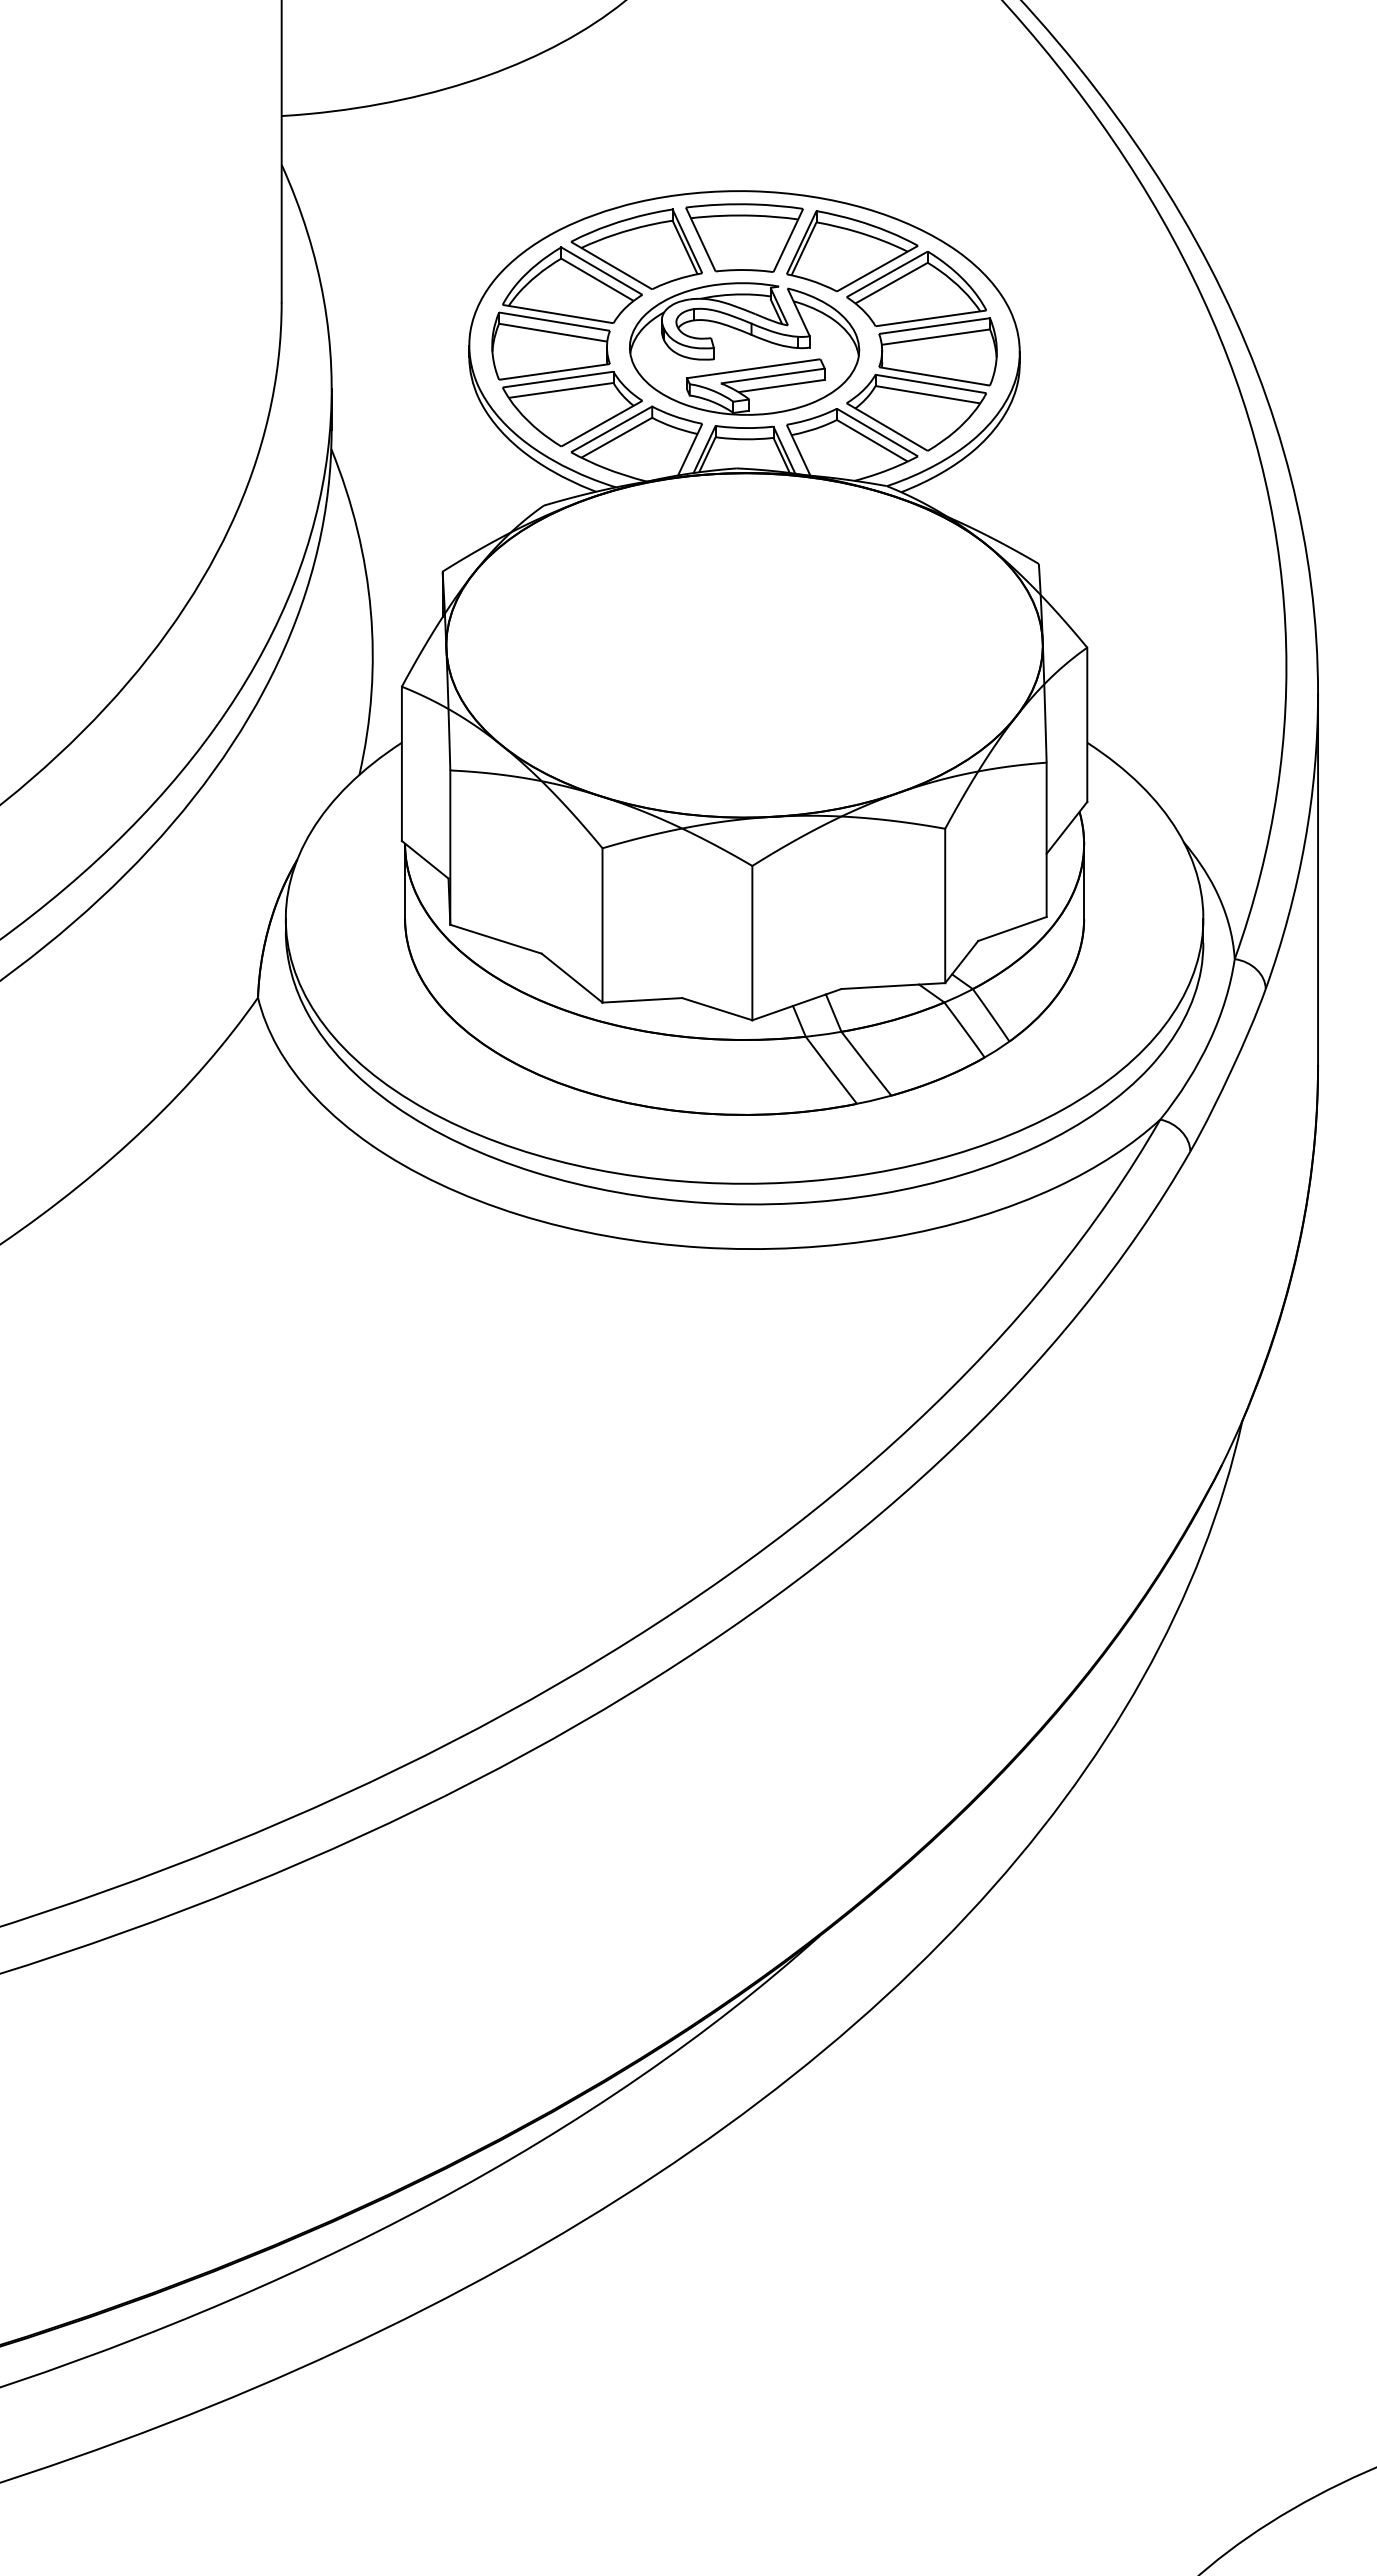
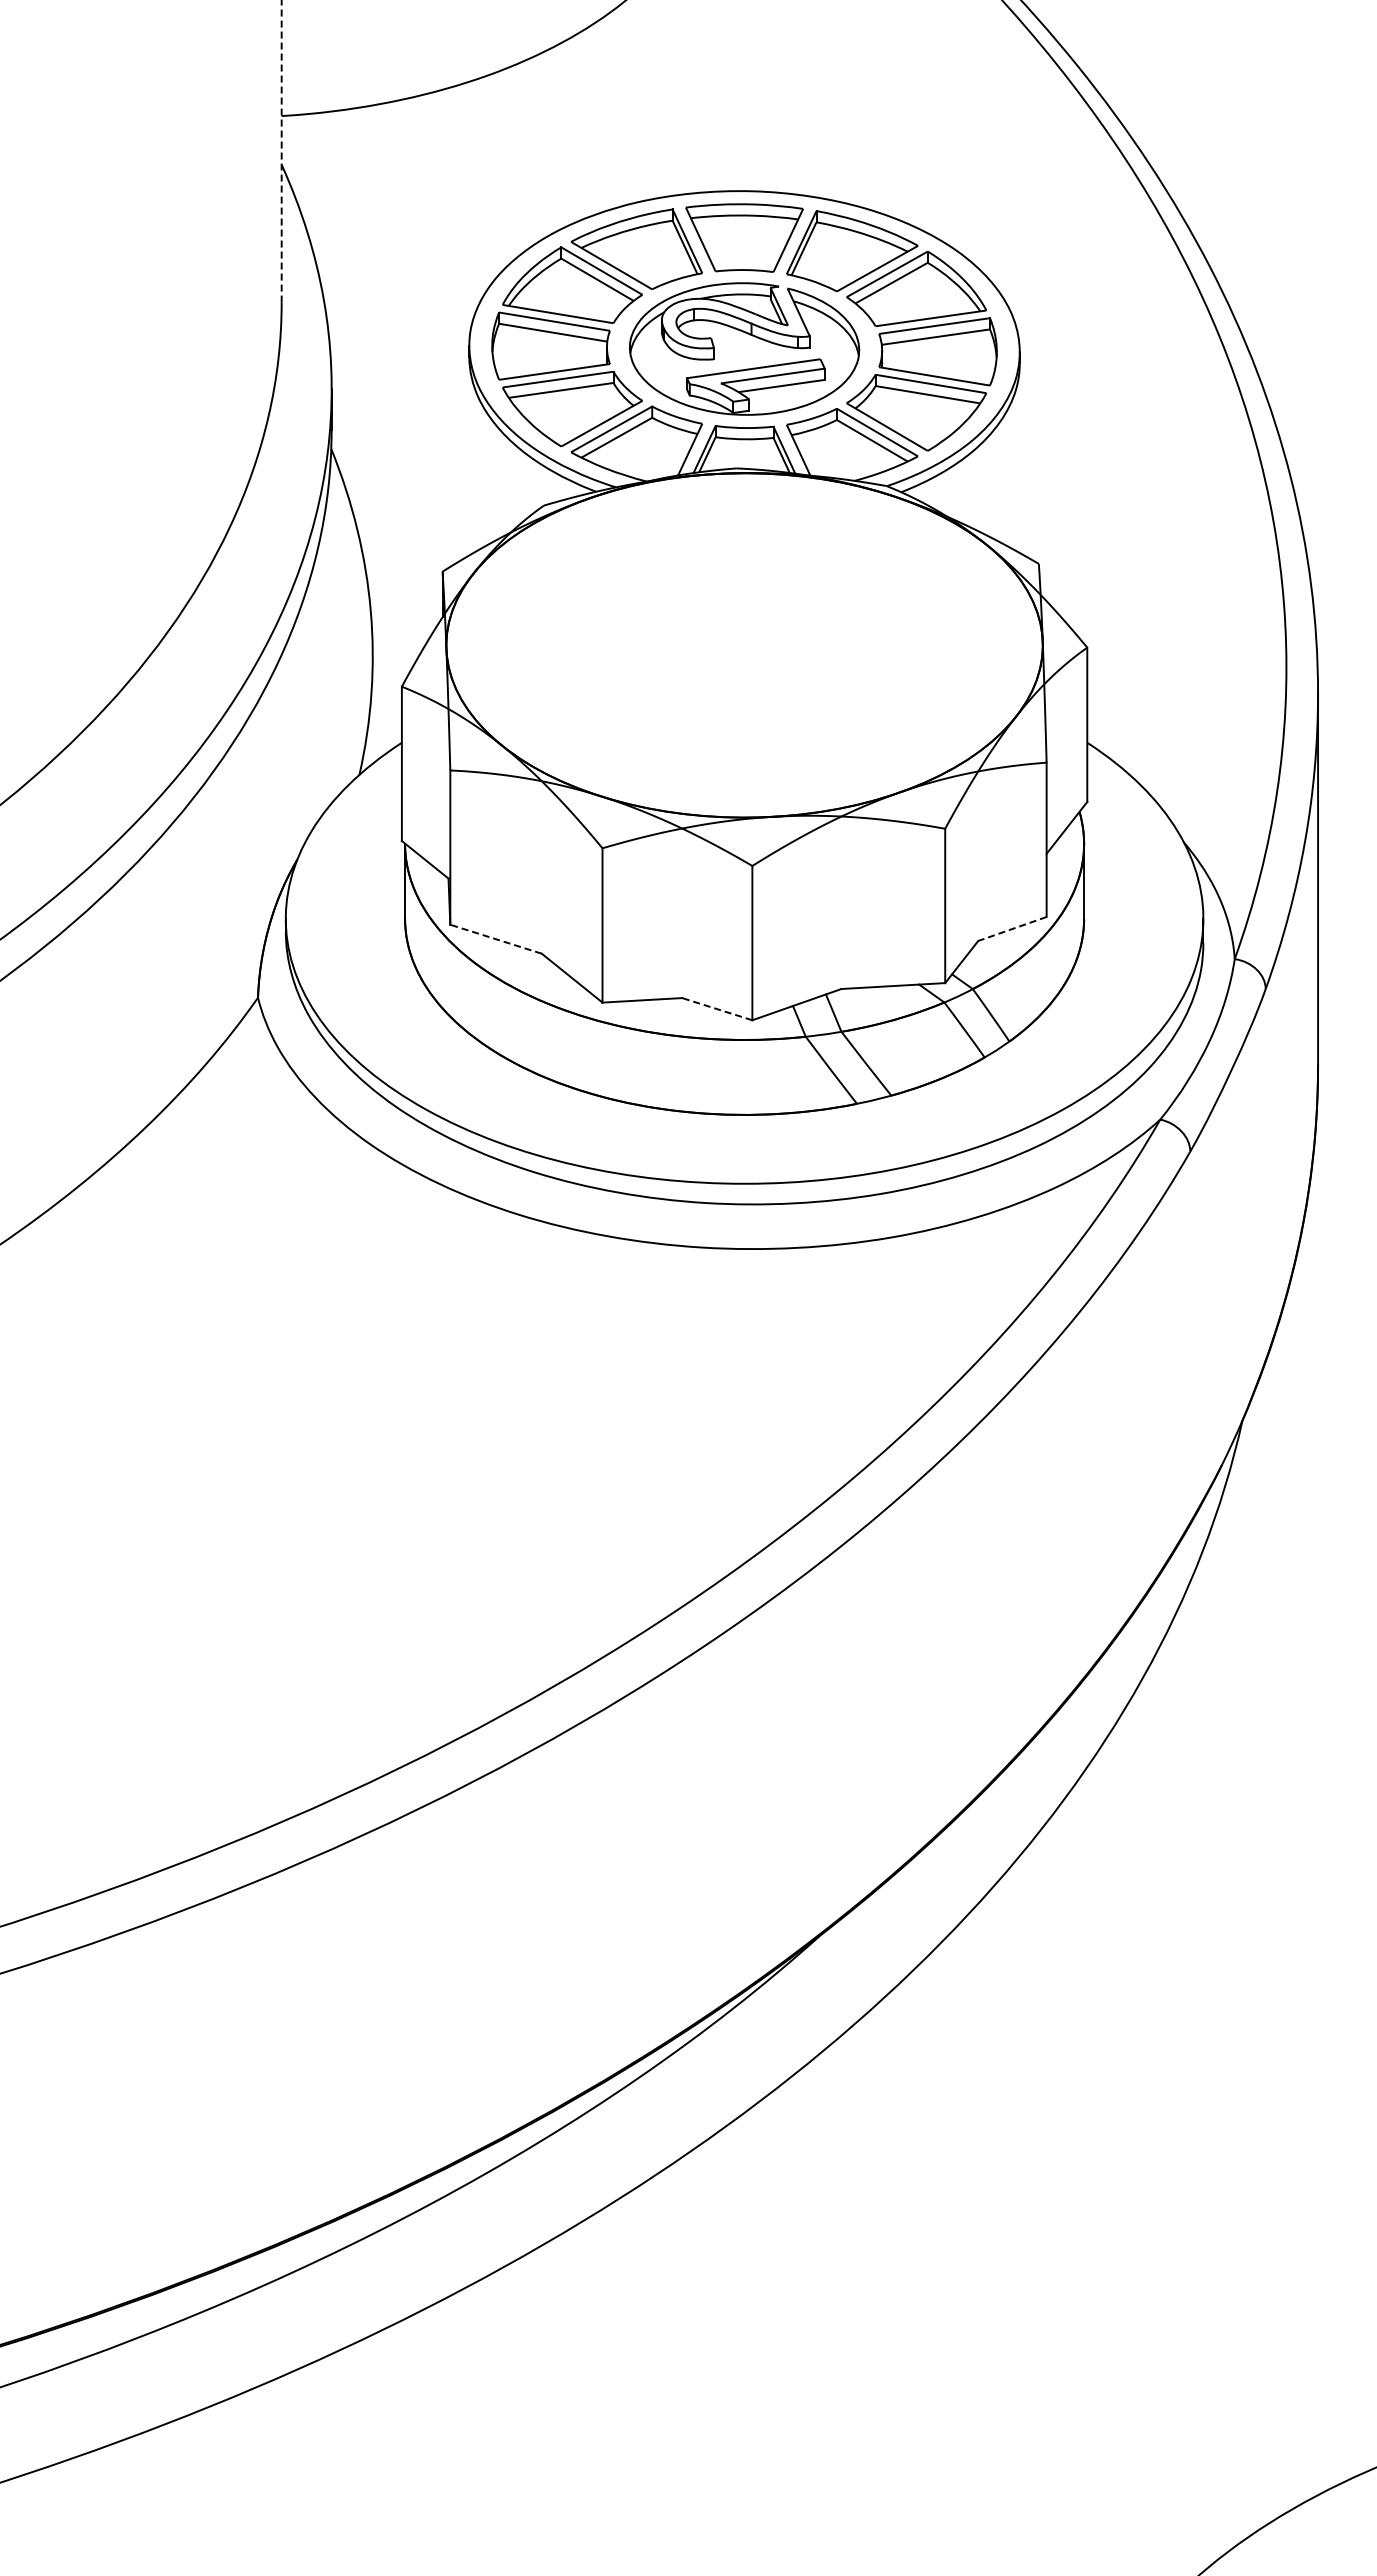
line at (281, 151): solid -> dashed
line at (1011, 929): solid -> dashed
line at (496, 939): solid -> dashed
line at (717, 1009): solid -> dashed
